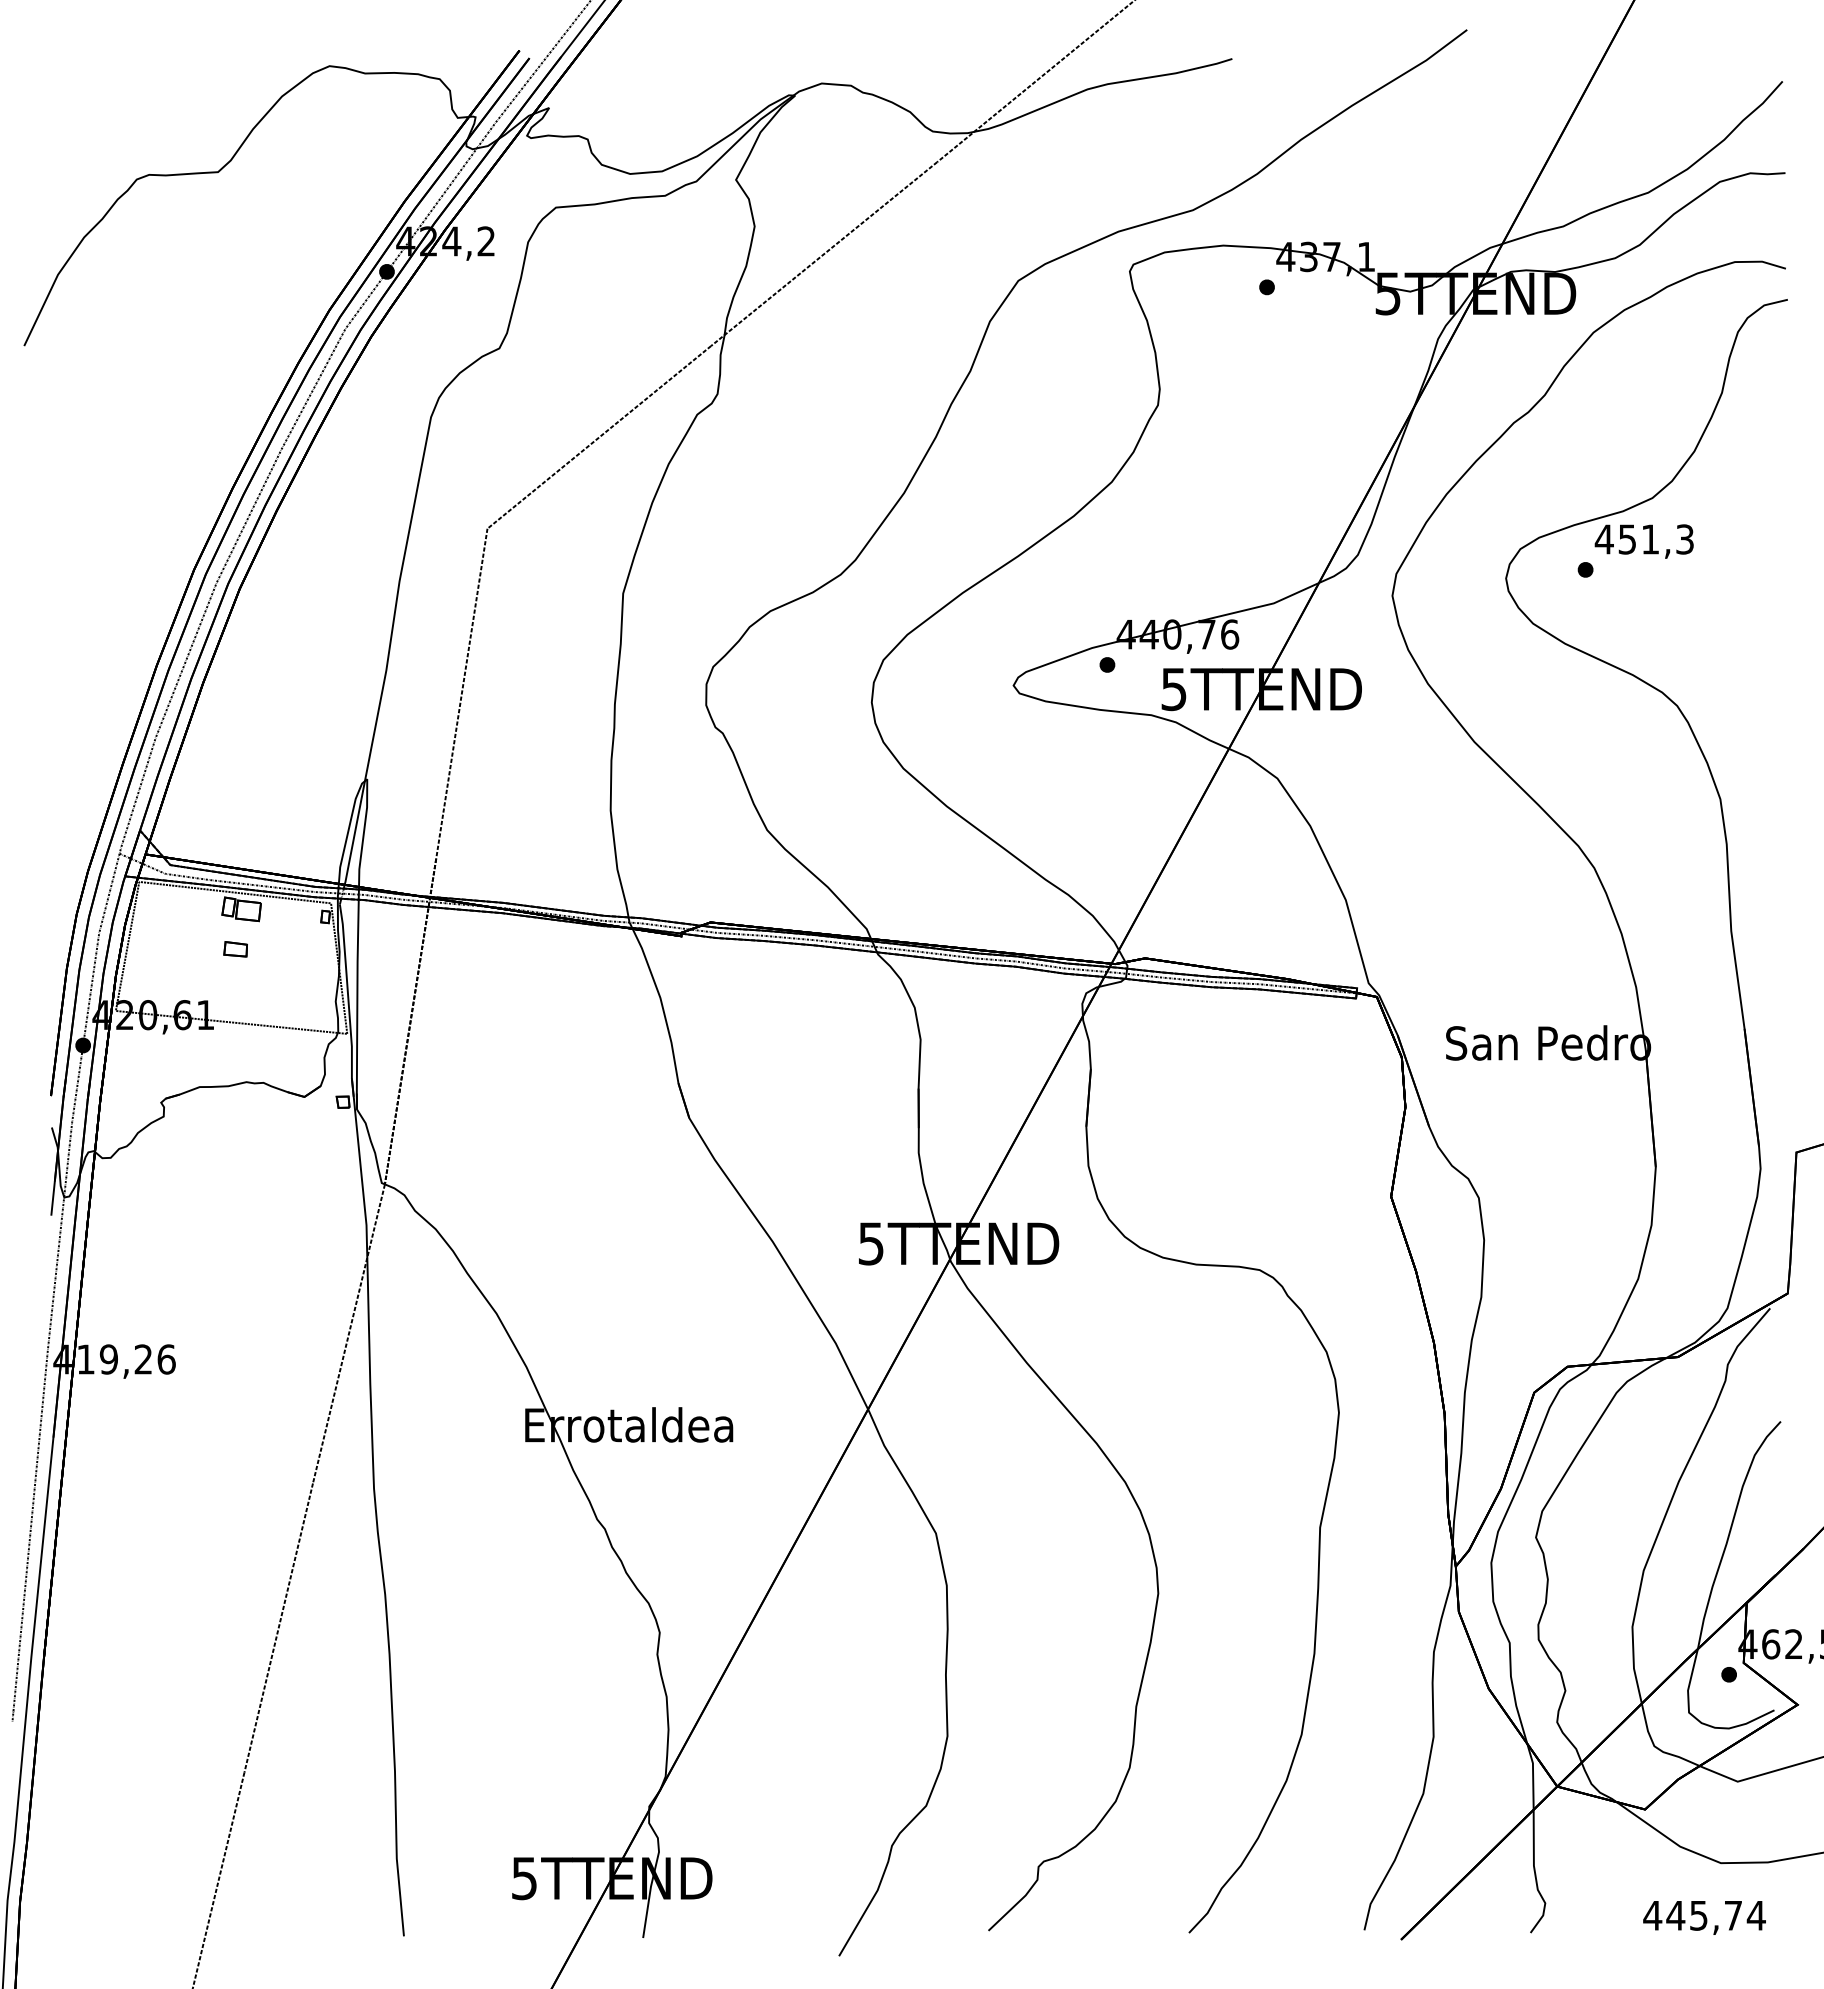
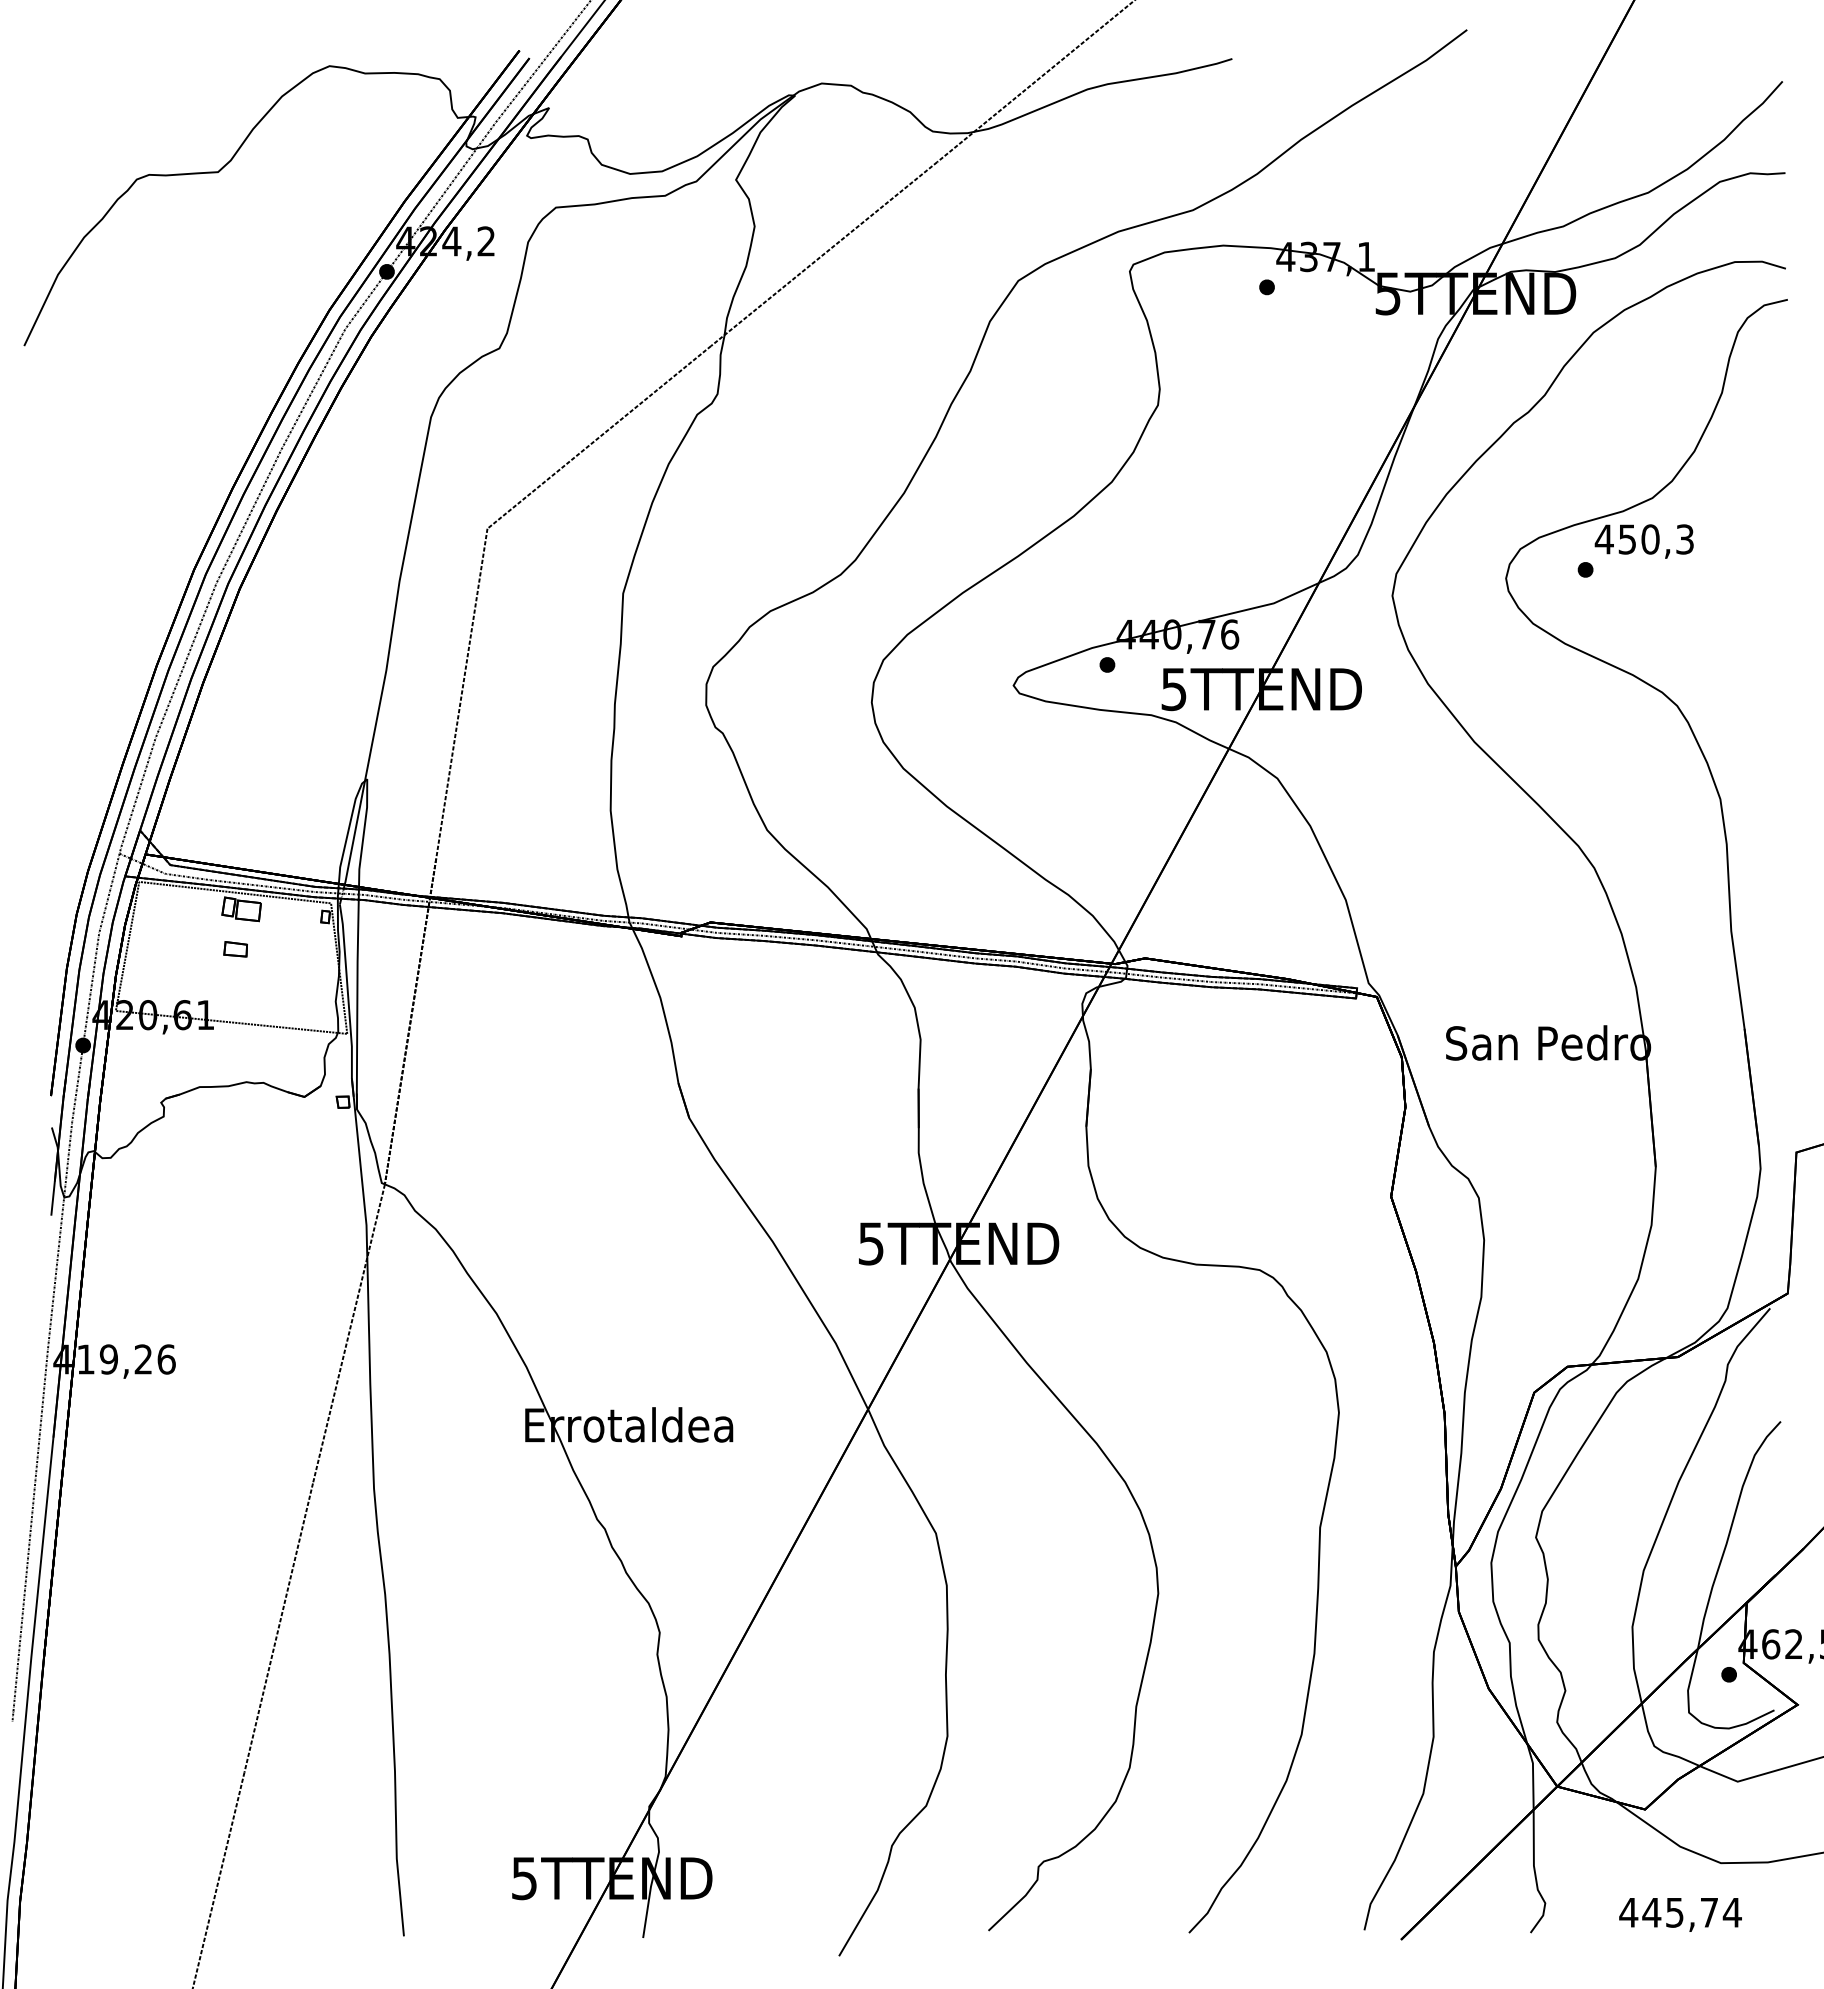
text at (1650, 539): 451,3 -> 450,3
text at (1704, 1917) position: (1704, 1917) -> (1680, 1914)
